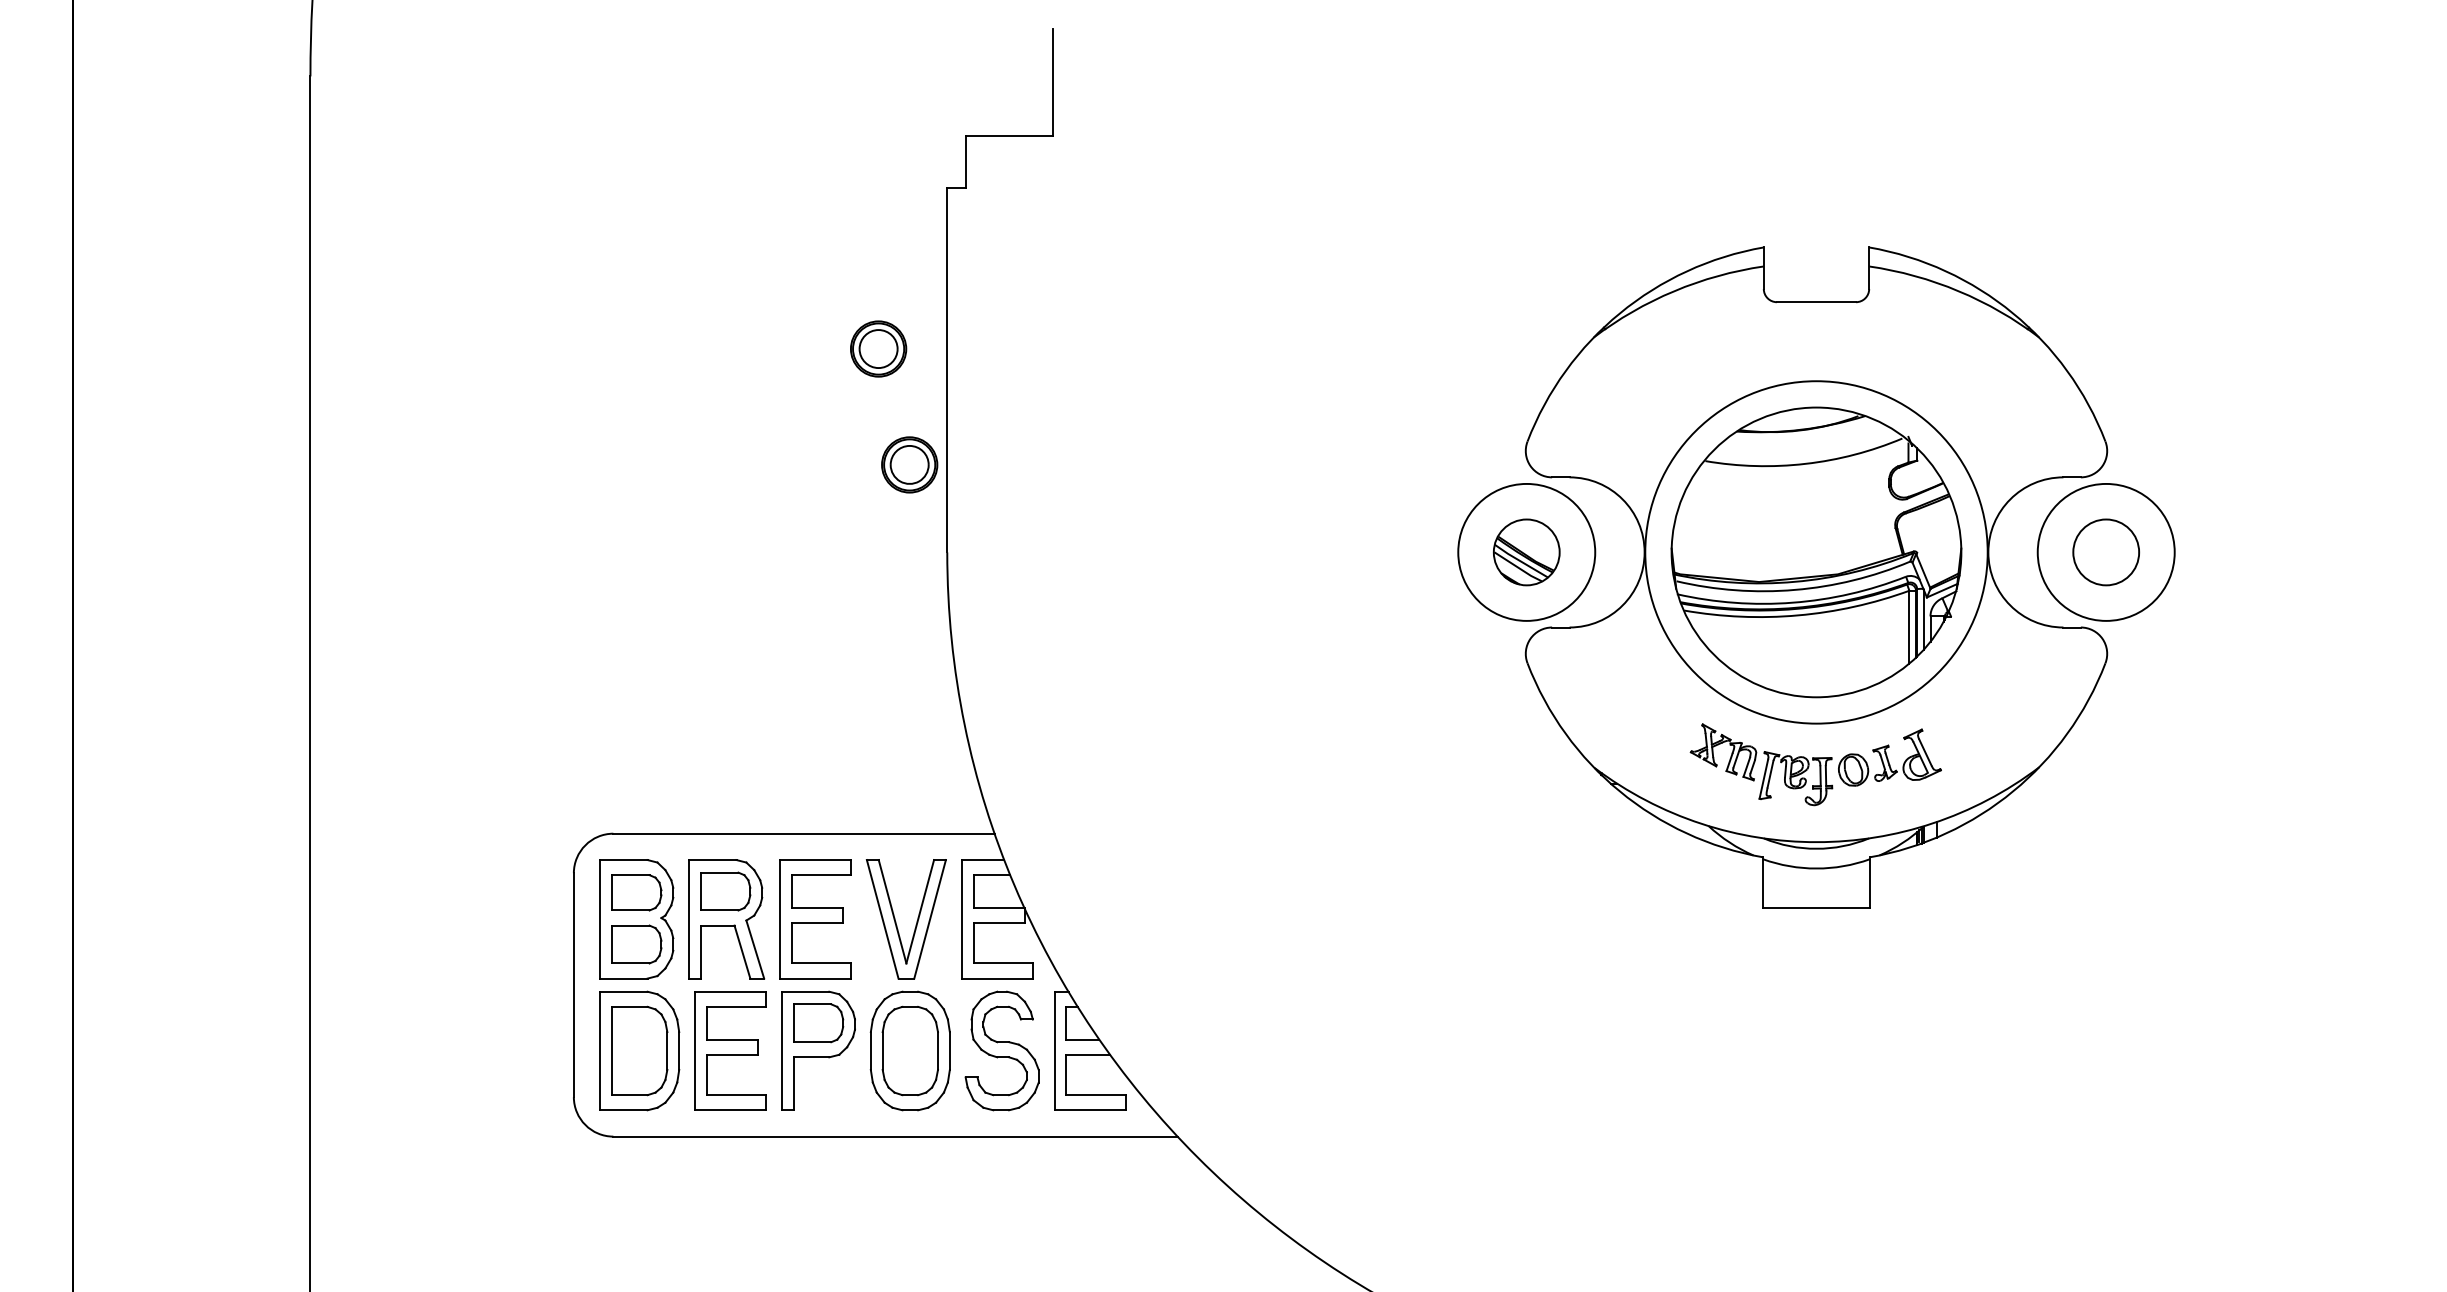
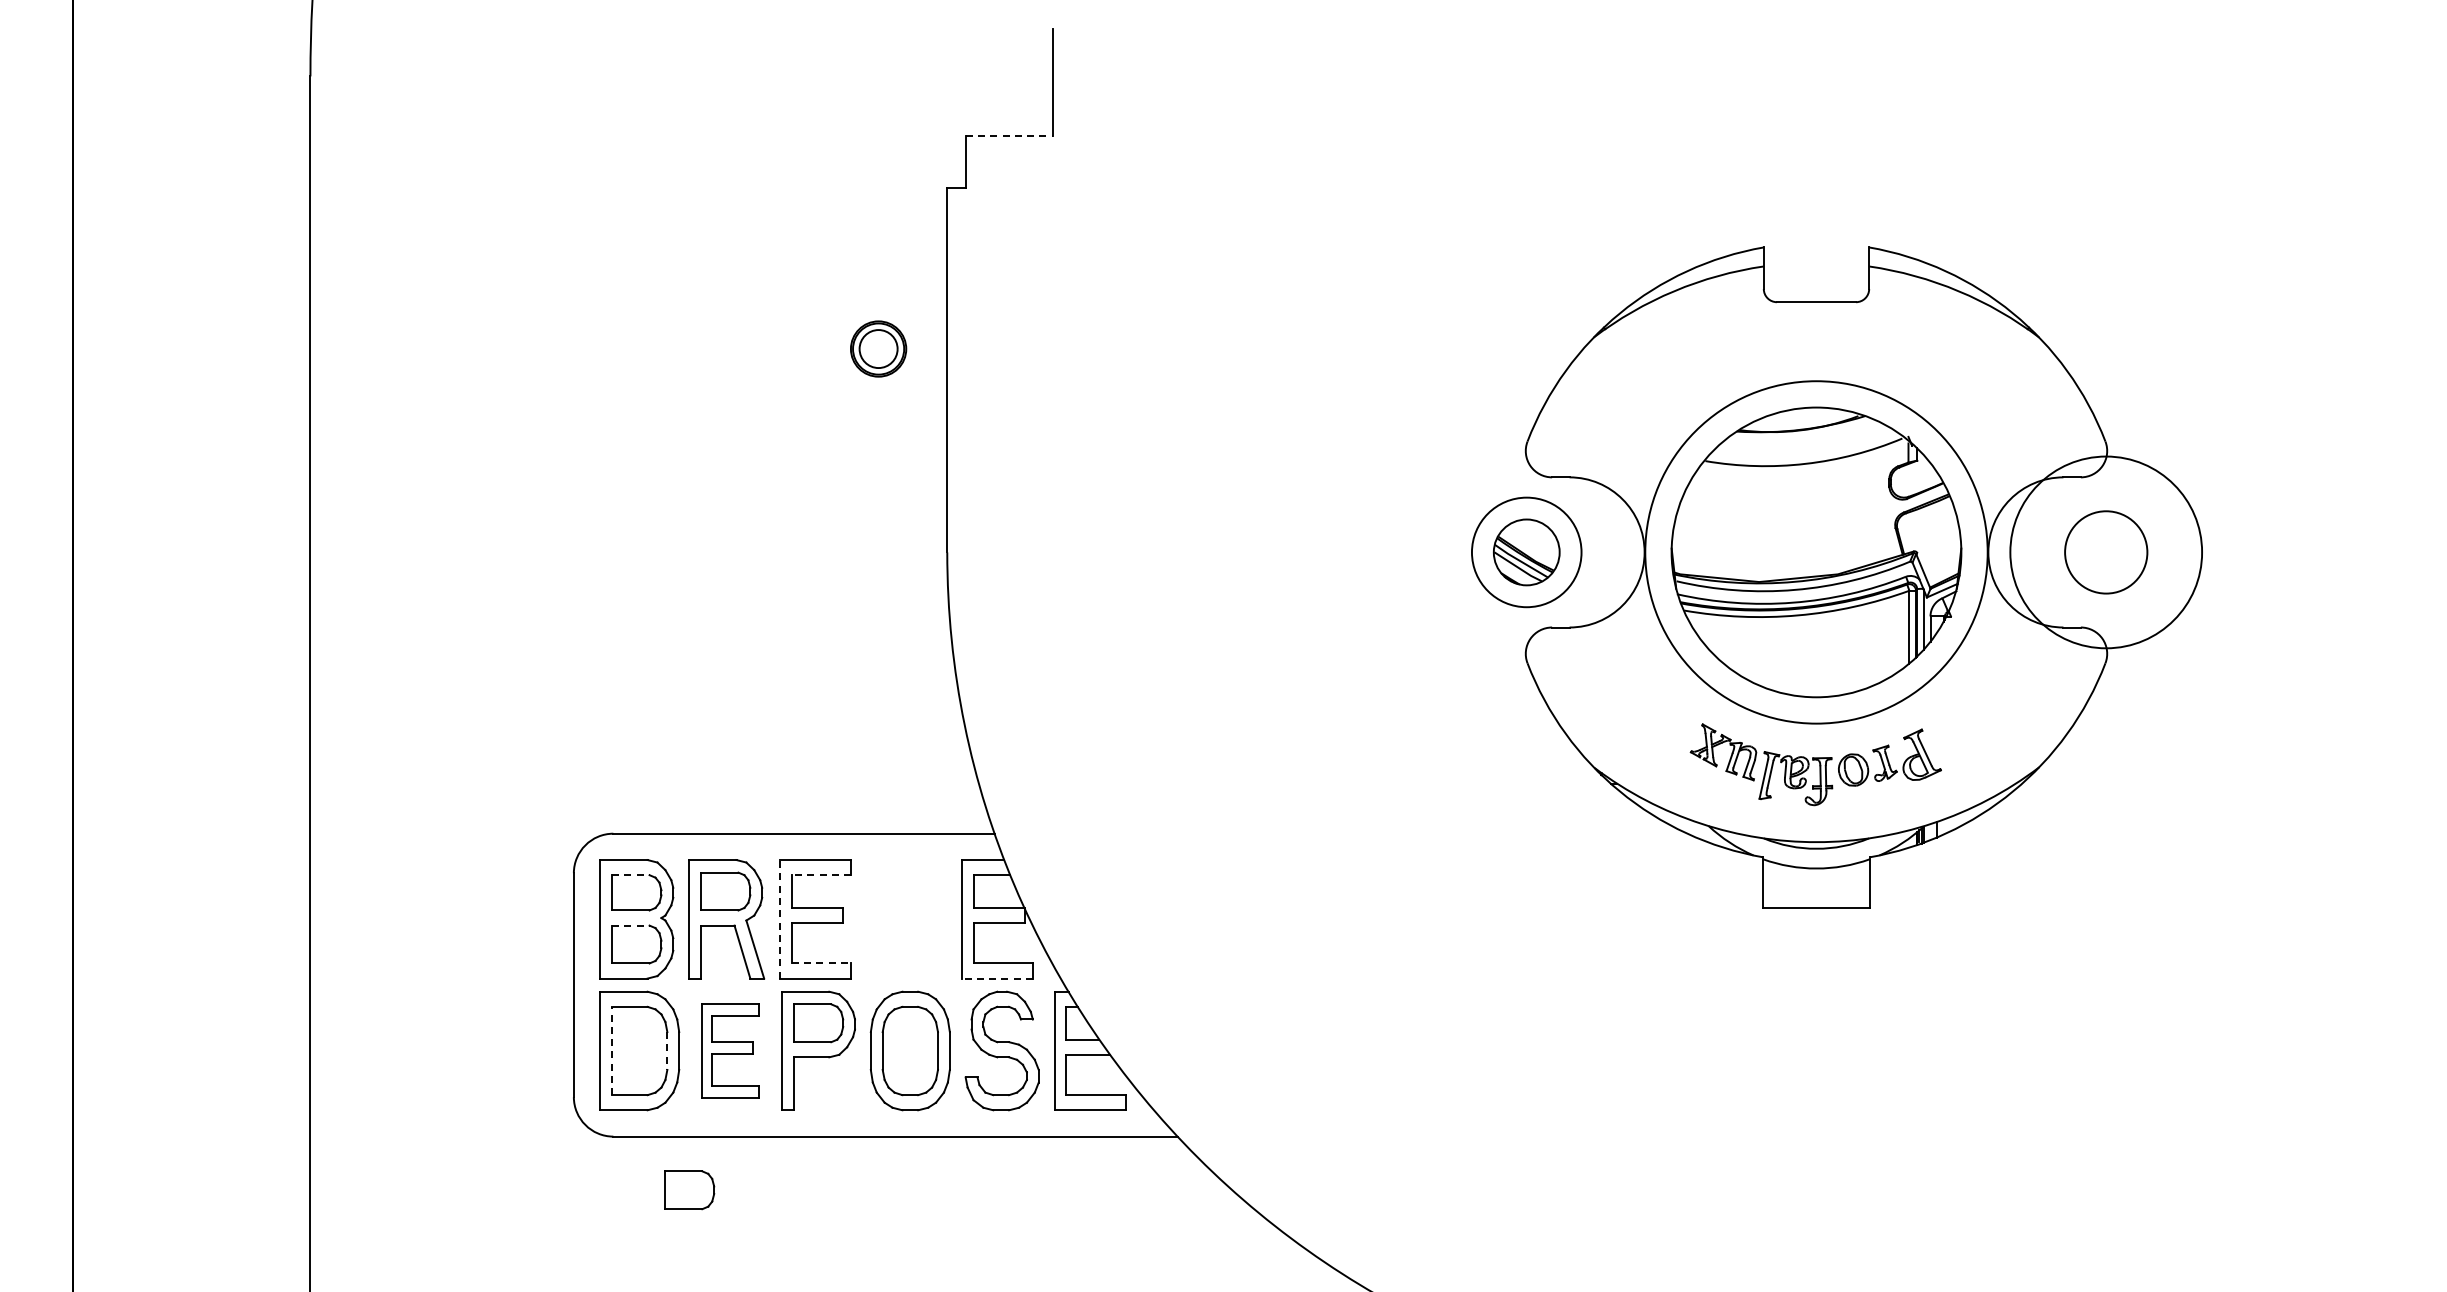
line at (1009, 135): solid -> dashed
part at (909, 464): present -> none
circle at (1526, 551) diameter: 137 px -> 110 px
circle at (2105, 551) diameter: 137 px -> 192 px
circle at (2106, 552) diameter: 66 px -> 82 px
line at (630, 875): solid -> dashed
line at (821, 875): solid -> dashed
line at (779, 918): solid -> dashed
part at (896, 921): present -> none
line at (630, 925): solid -> dashed
line at (821, 963): solid -> dashed
line at (997, 978): solid -> dashed
line at (612, 1050): solid -> dashed
part at (730, 1050) size: 73x120 px -> 59x96 px
line at (667, 1051): solid -> dashed
part at (689, 1190): none -> present
